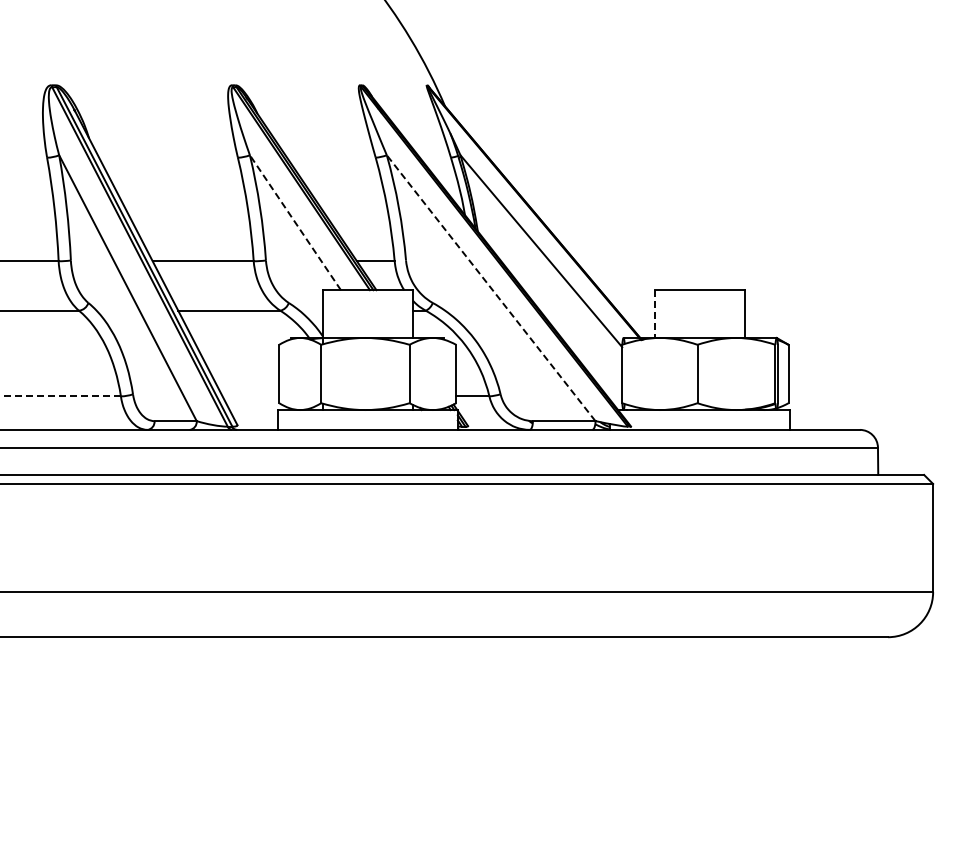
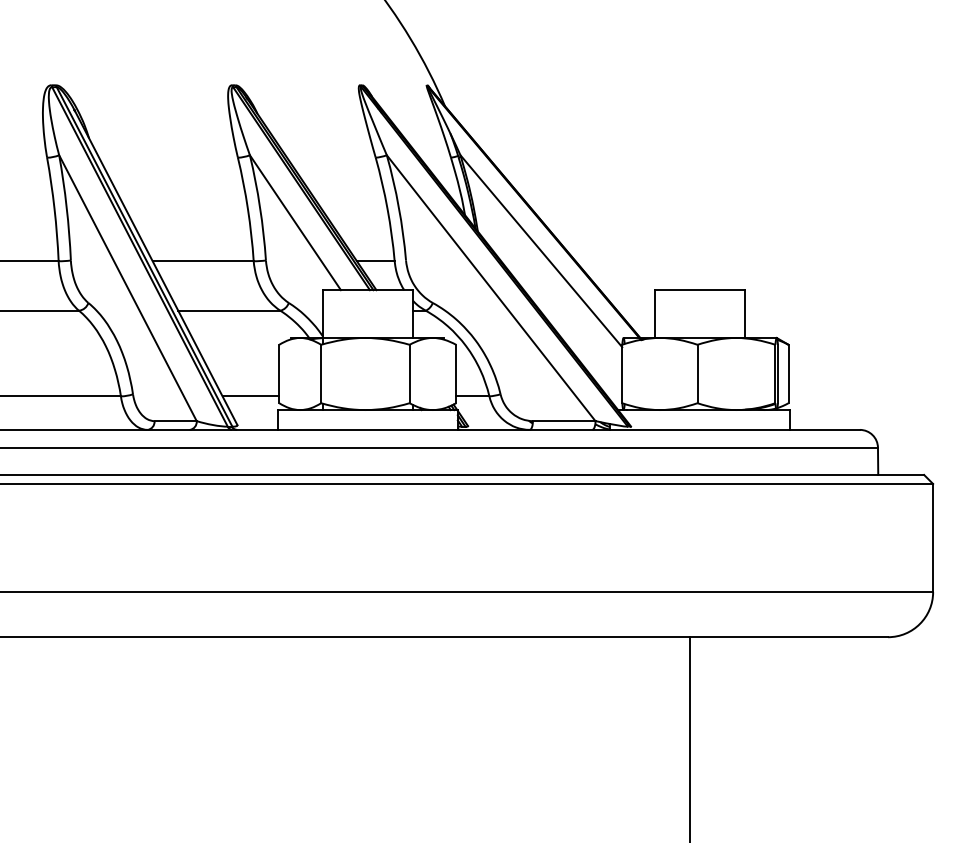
line at (295, 222): dashed -> solid
line at (491, 288): dashed -> solid
line at (655, 314): dashed -> solid
line at (60, 396): dashed -> solid
line at (250, 396): none -> present
line at (689, 738): none -> present
